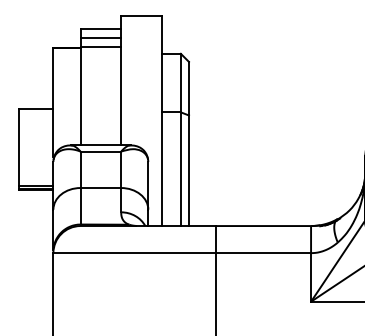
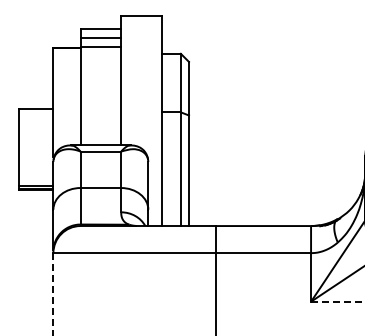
line at (53, 295): solid -> dashed
line at (338, 301): solid -> dashed
